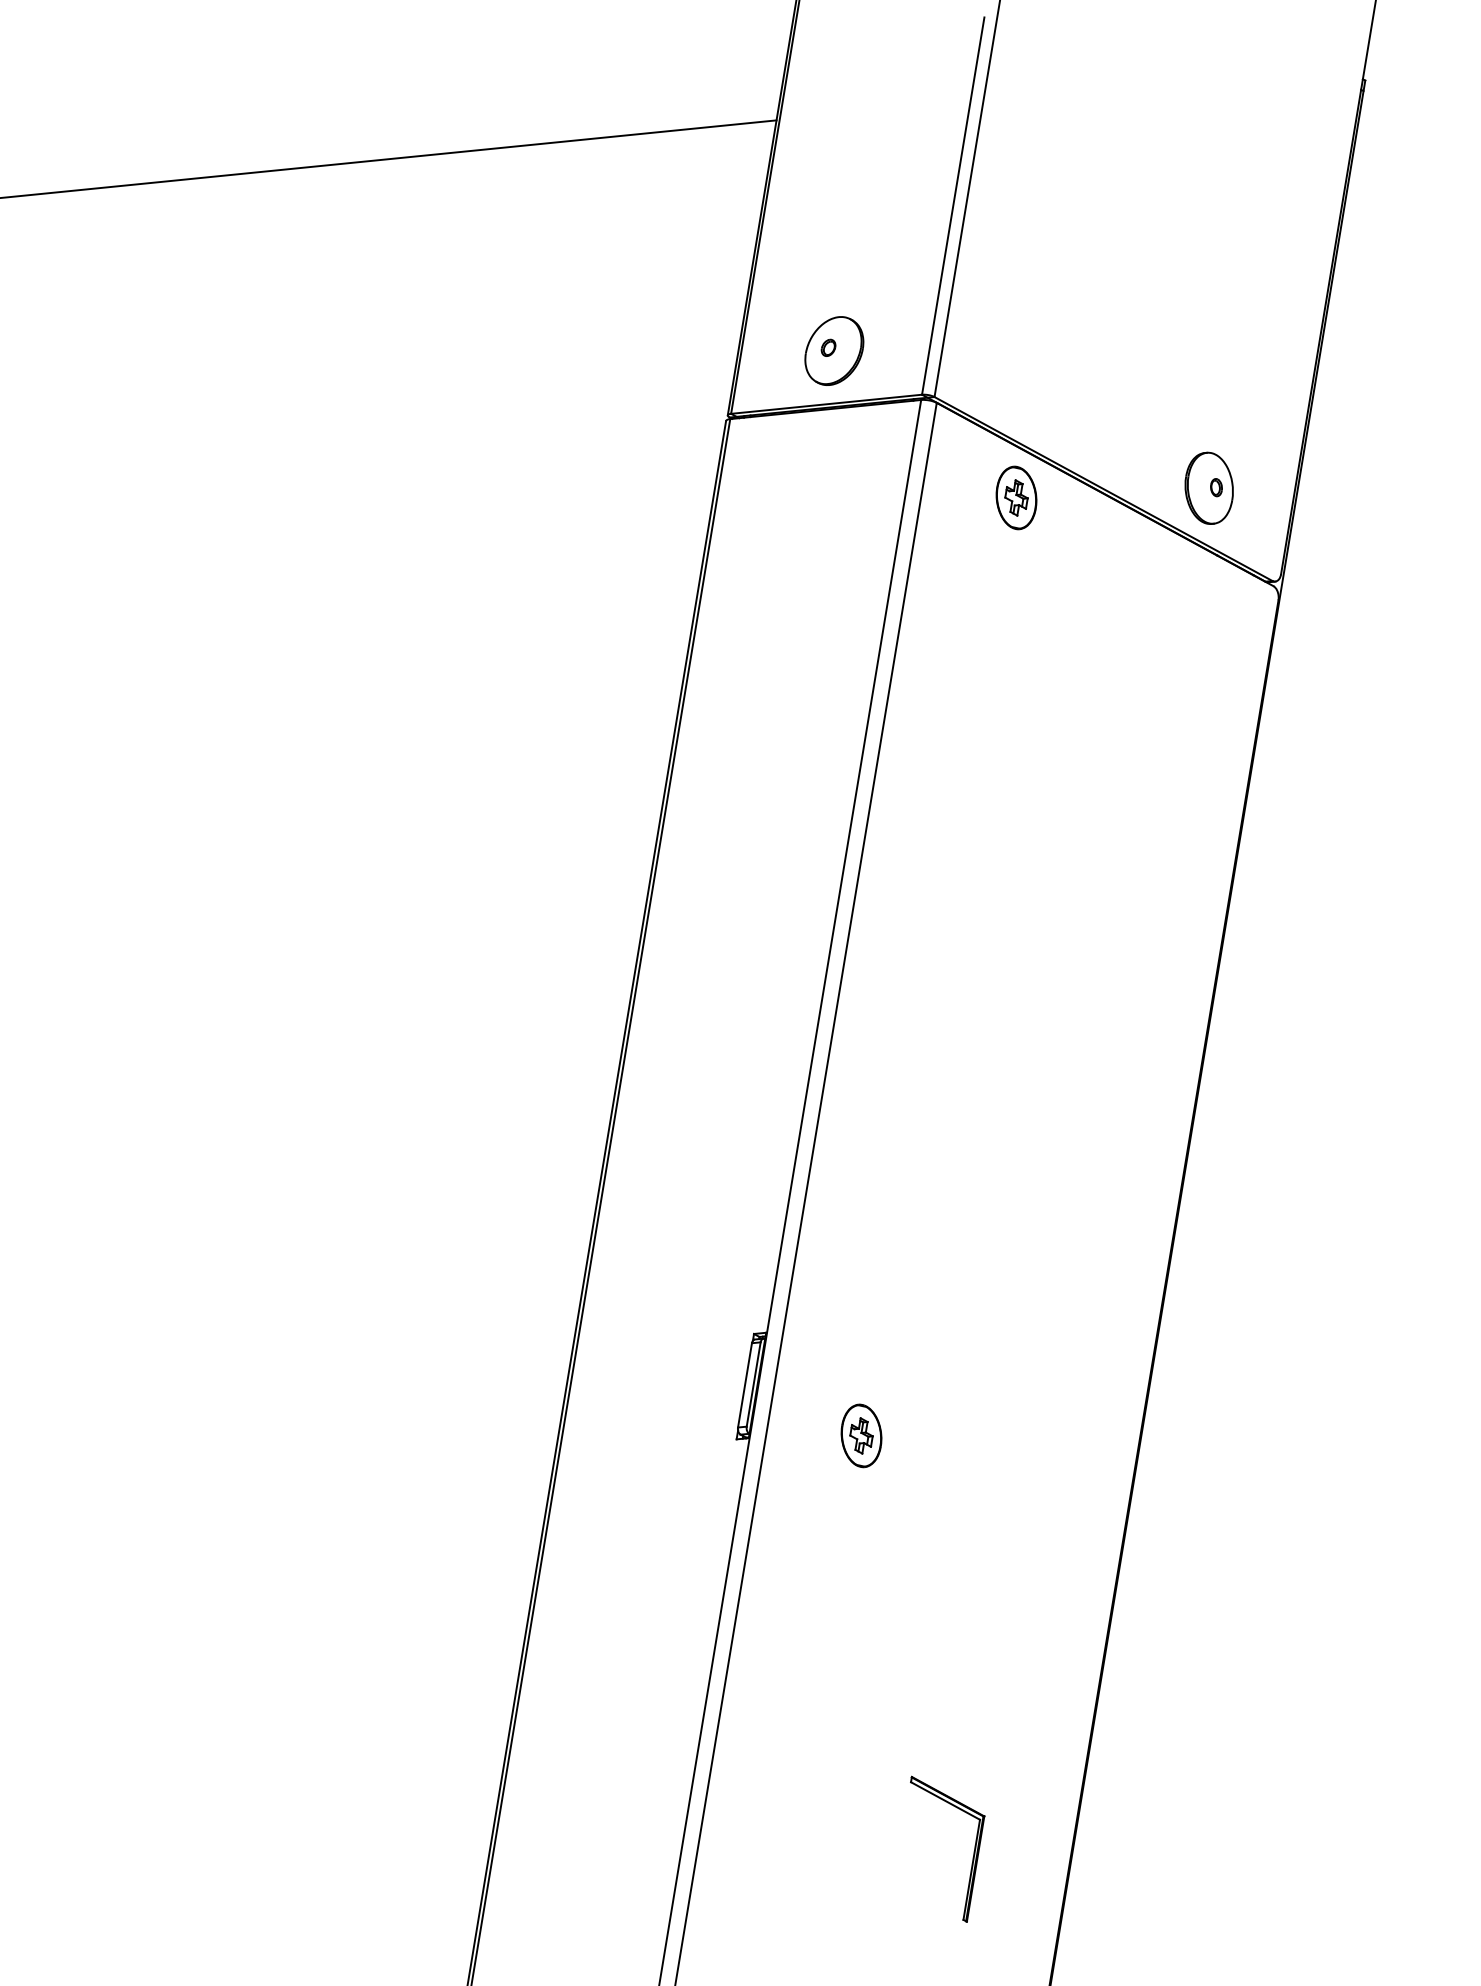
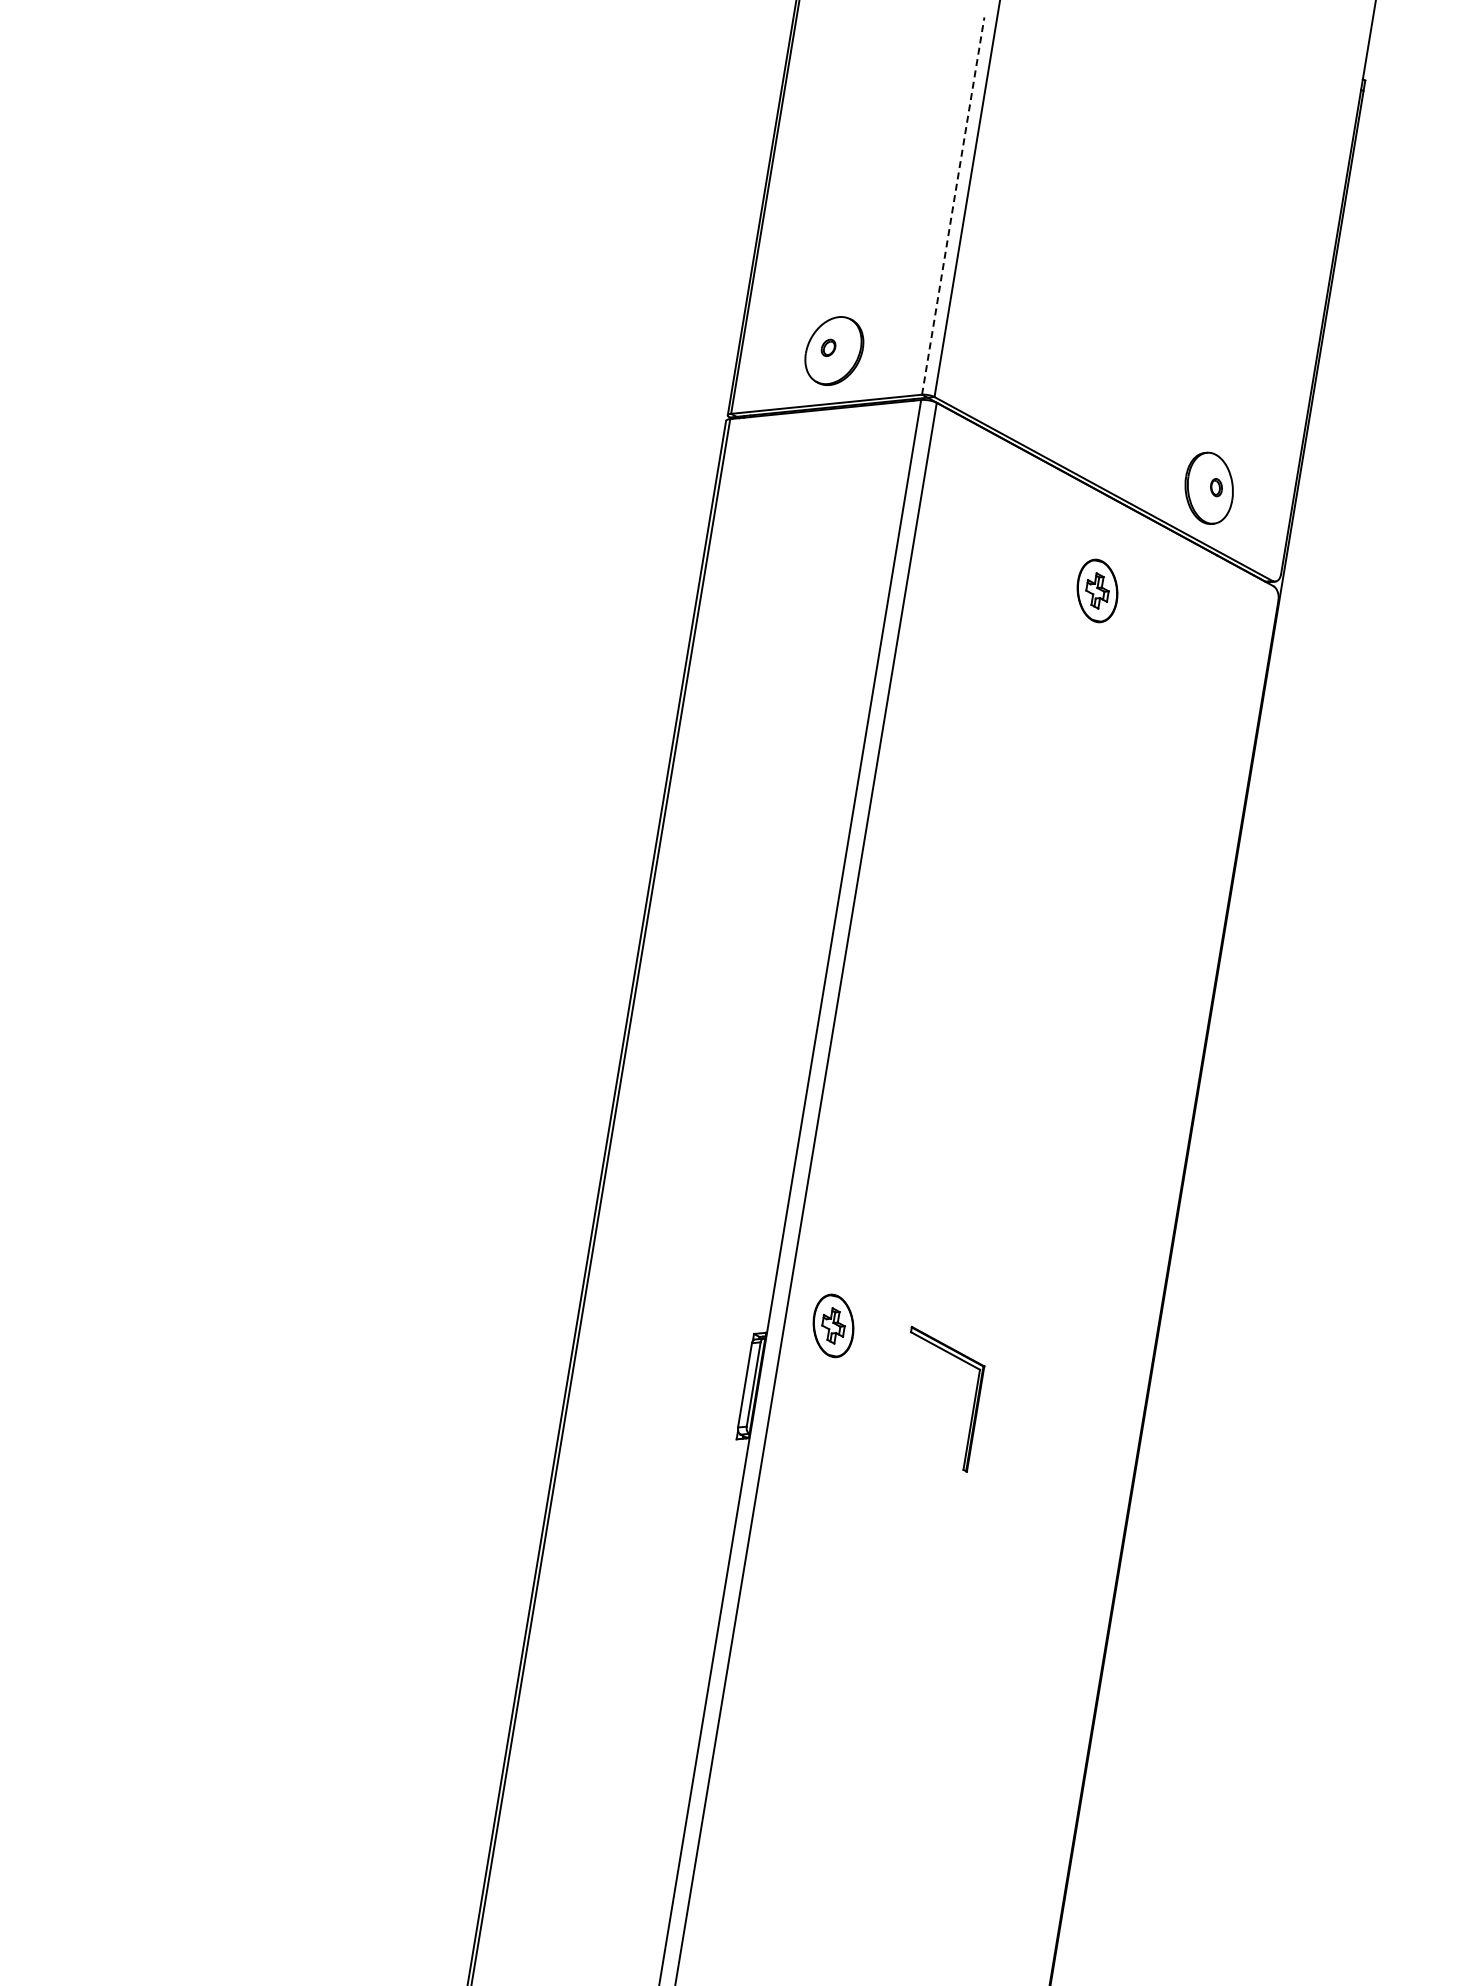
line at (389, 158): present -> none
line at (953, 205): solid -> dashed
part at (1016, 497) position: (1016, 497) -> (1097, 590)
part at (861, 1435) position: (861, 1435) -> (833, 1325)
part at (973, 1851) position: (973, 1851) -> (973, 1401)
